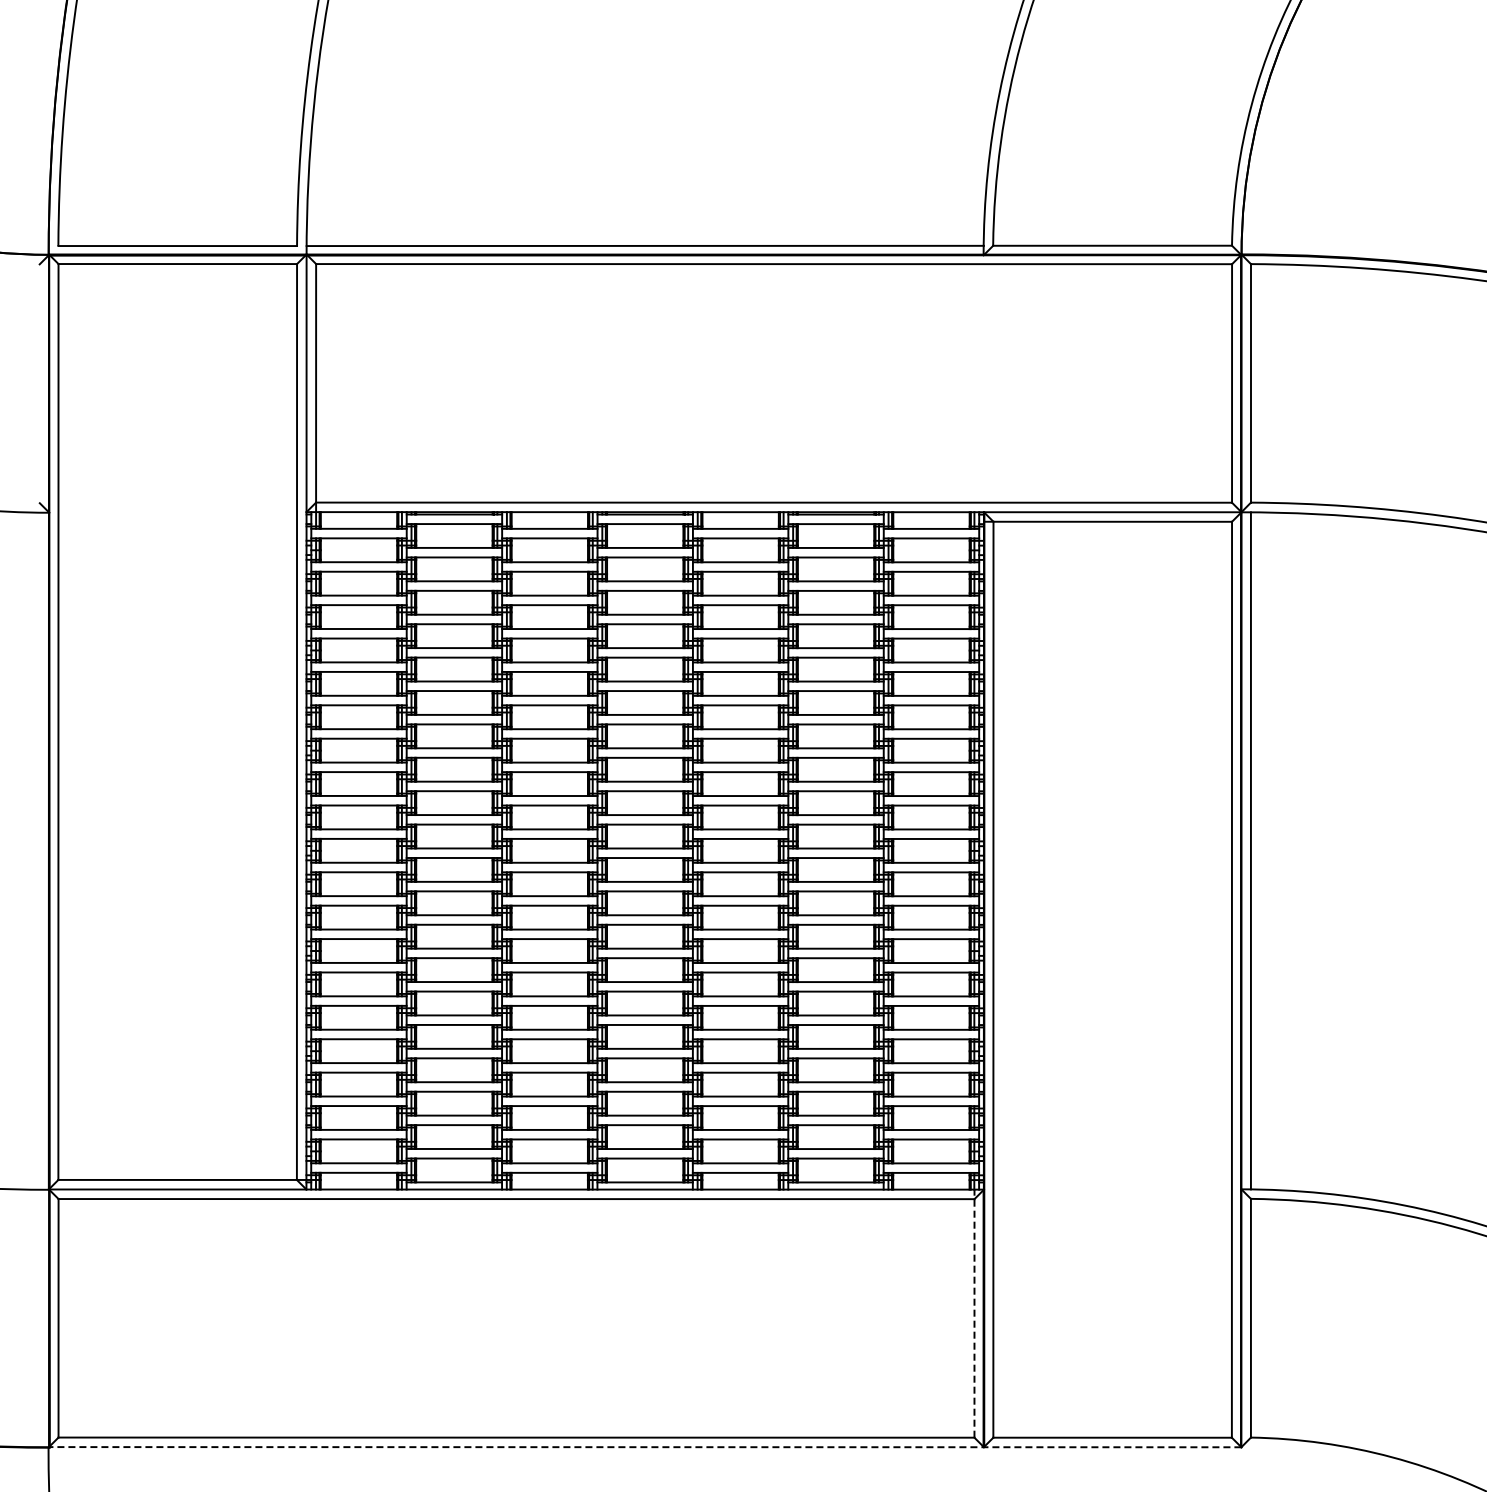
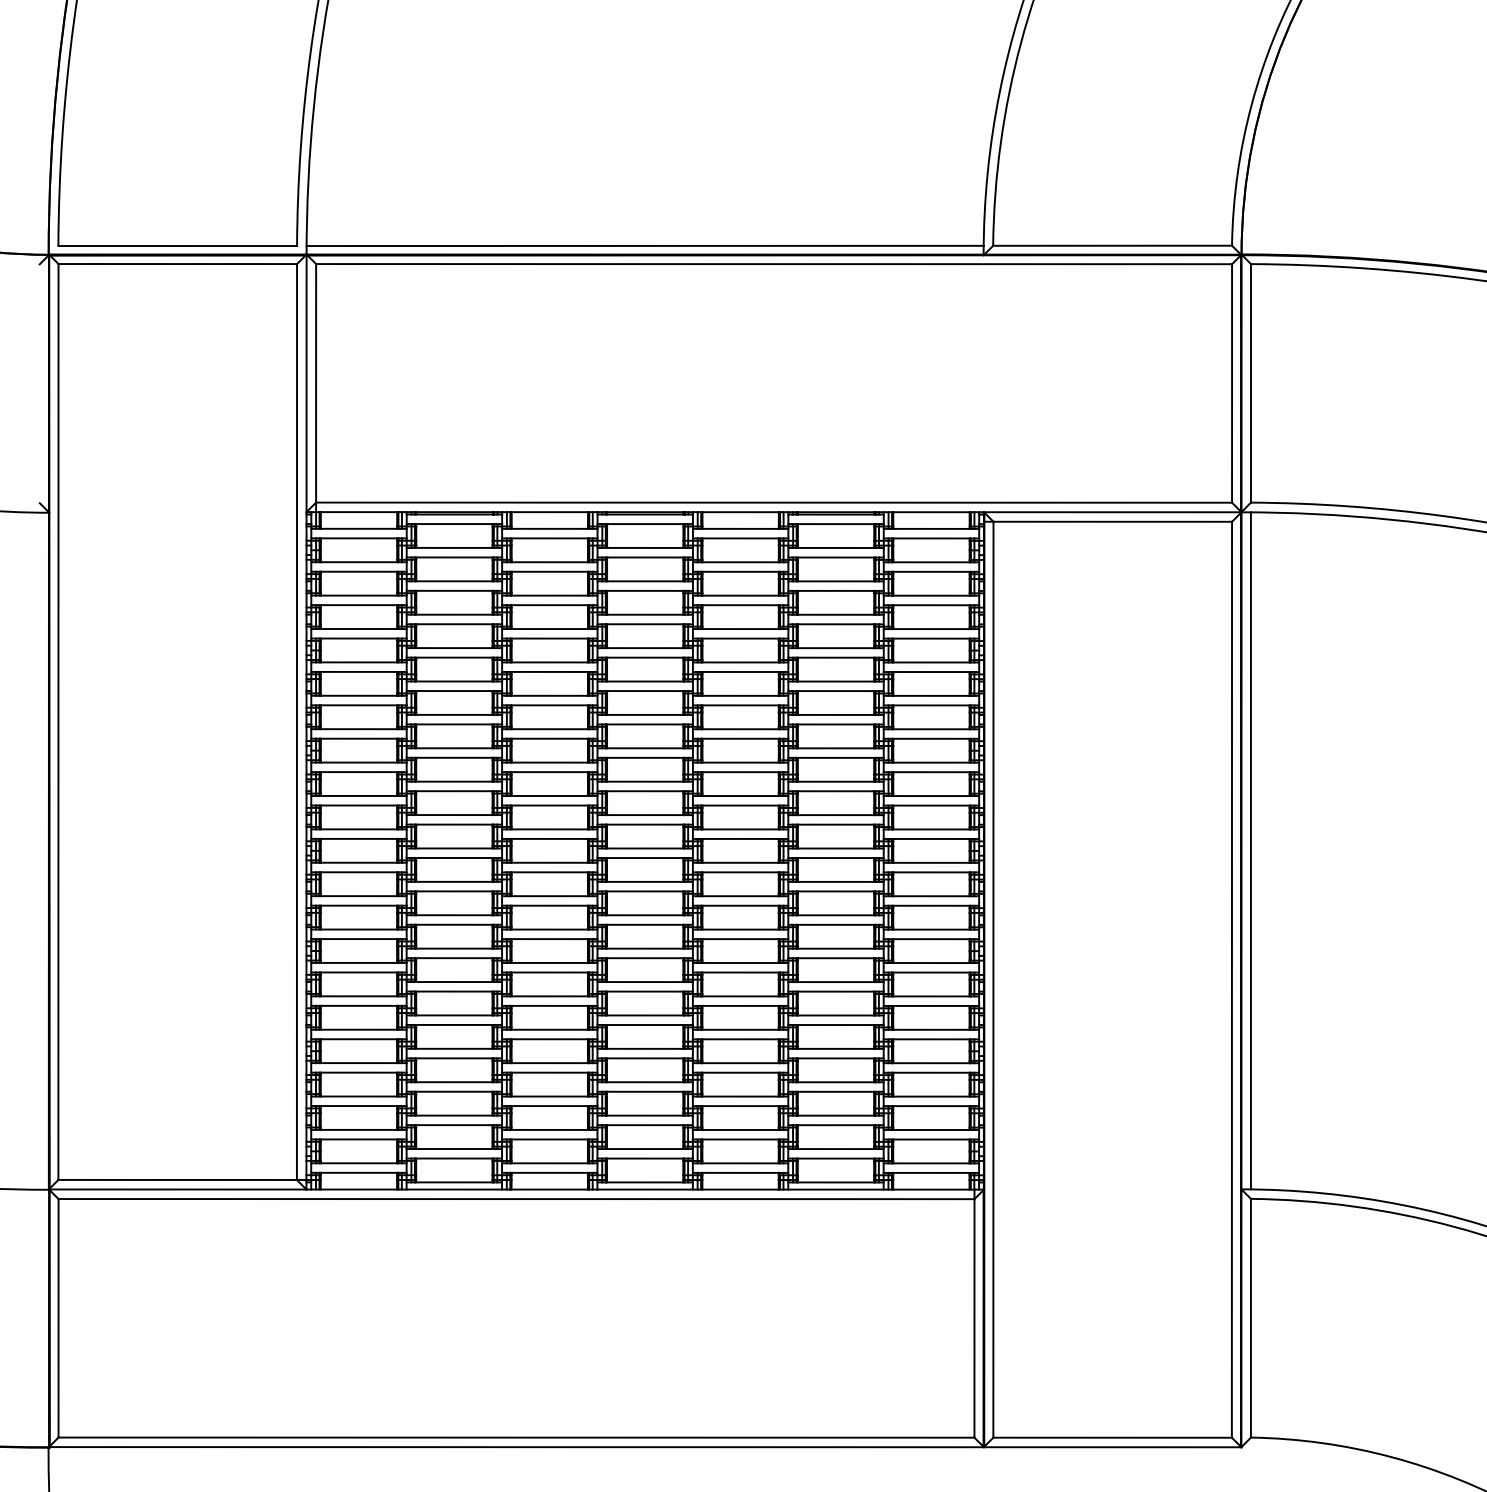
line at (974, 1313): dashed -> solid
line at (644, 1447): dashed -> solid
